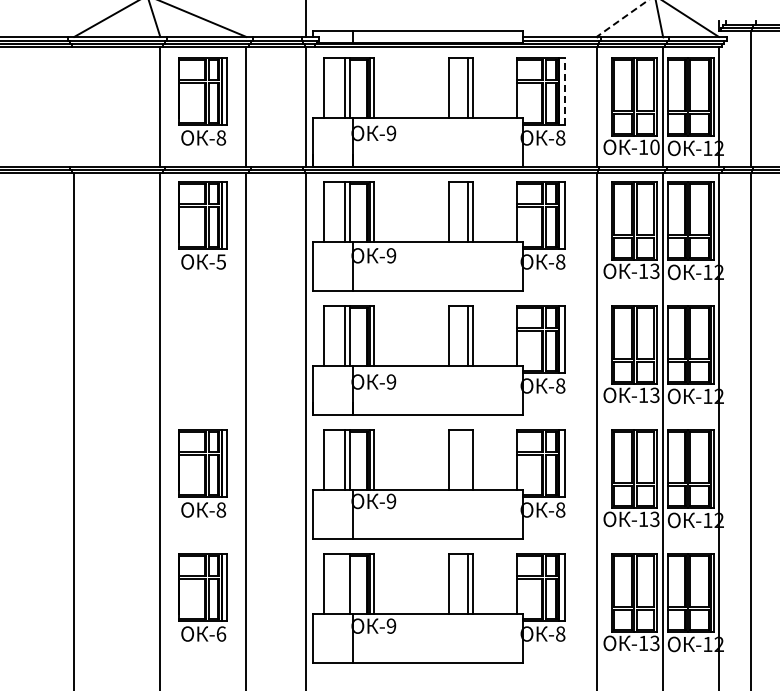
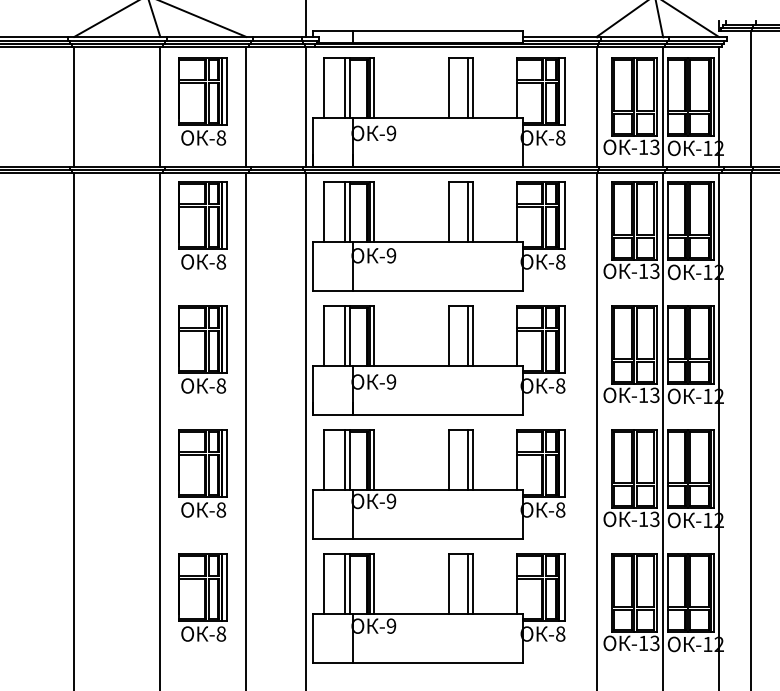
line at (622, 18): dashed -> solid
line at (564, 91): dashed -> solid
line at (74, 106): none -> present
text at (654, 146): -10 -> -13
text at (221, 261): -5 -> -8
part at (202, 349): none -> present
line at (467, 459): none -> present
line at (344, 583): none -> present
text at (221, 633): -6 -> -8
